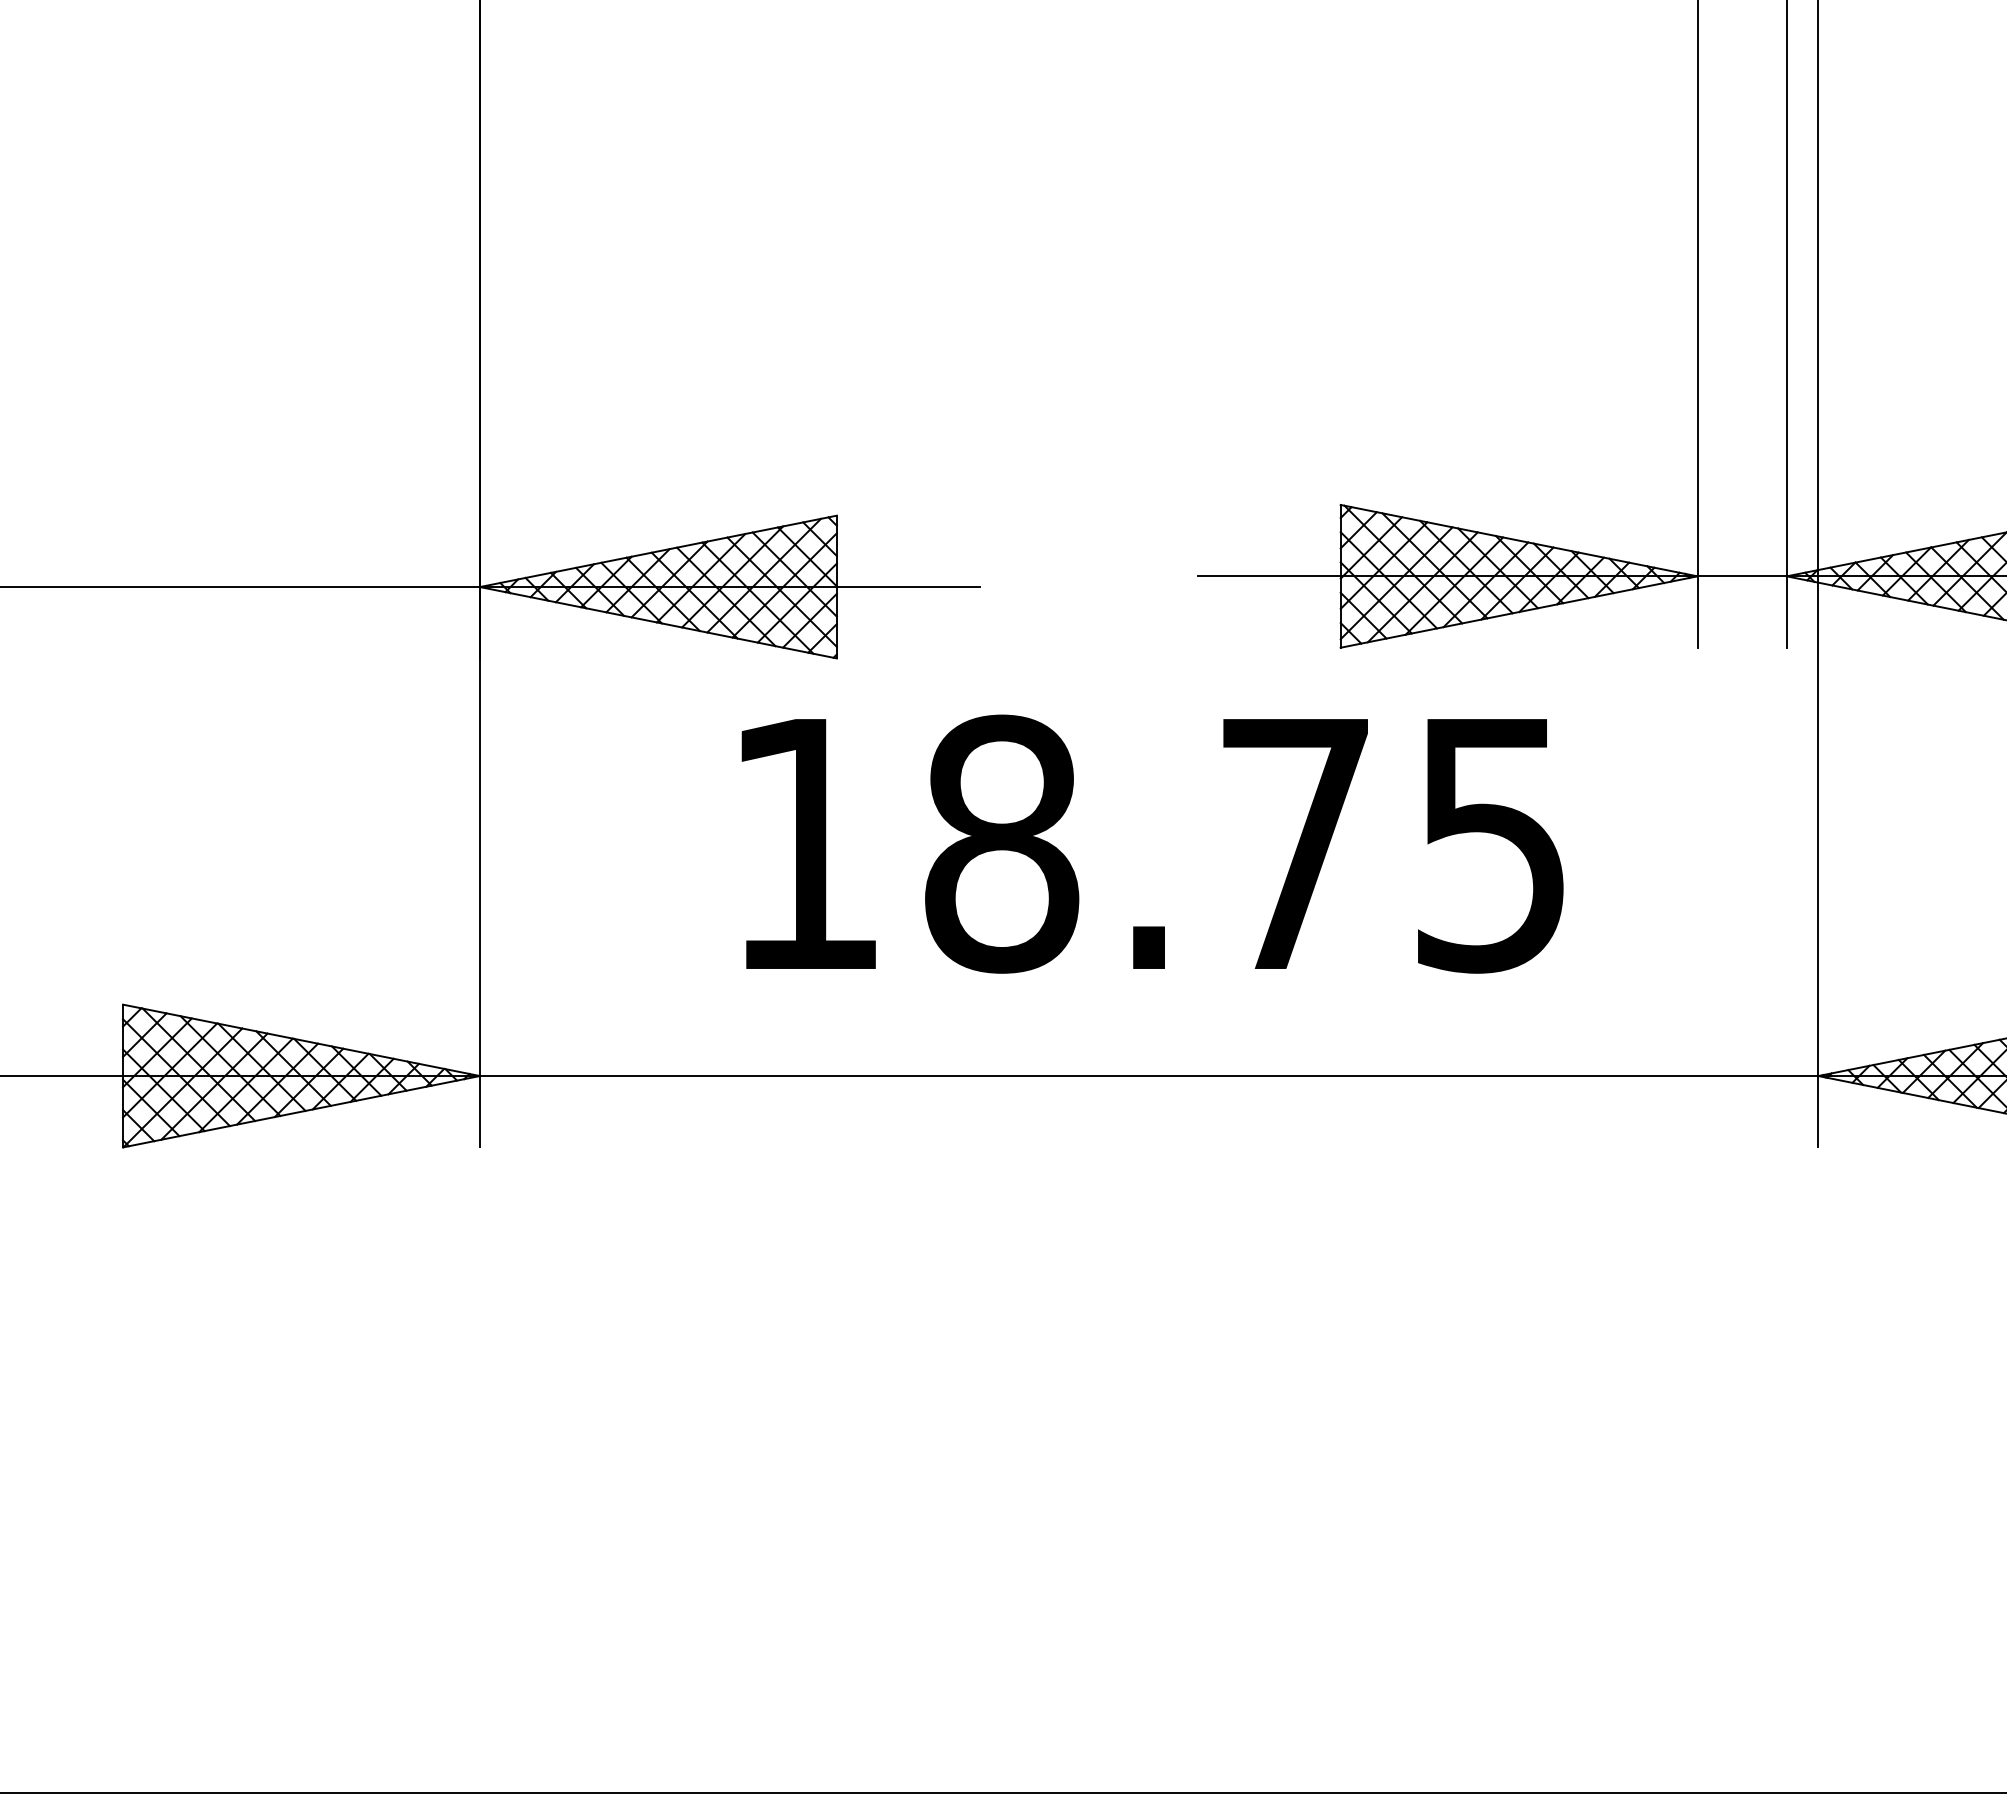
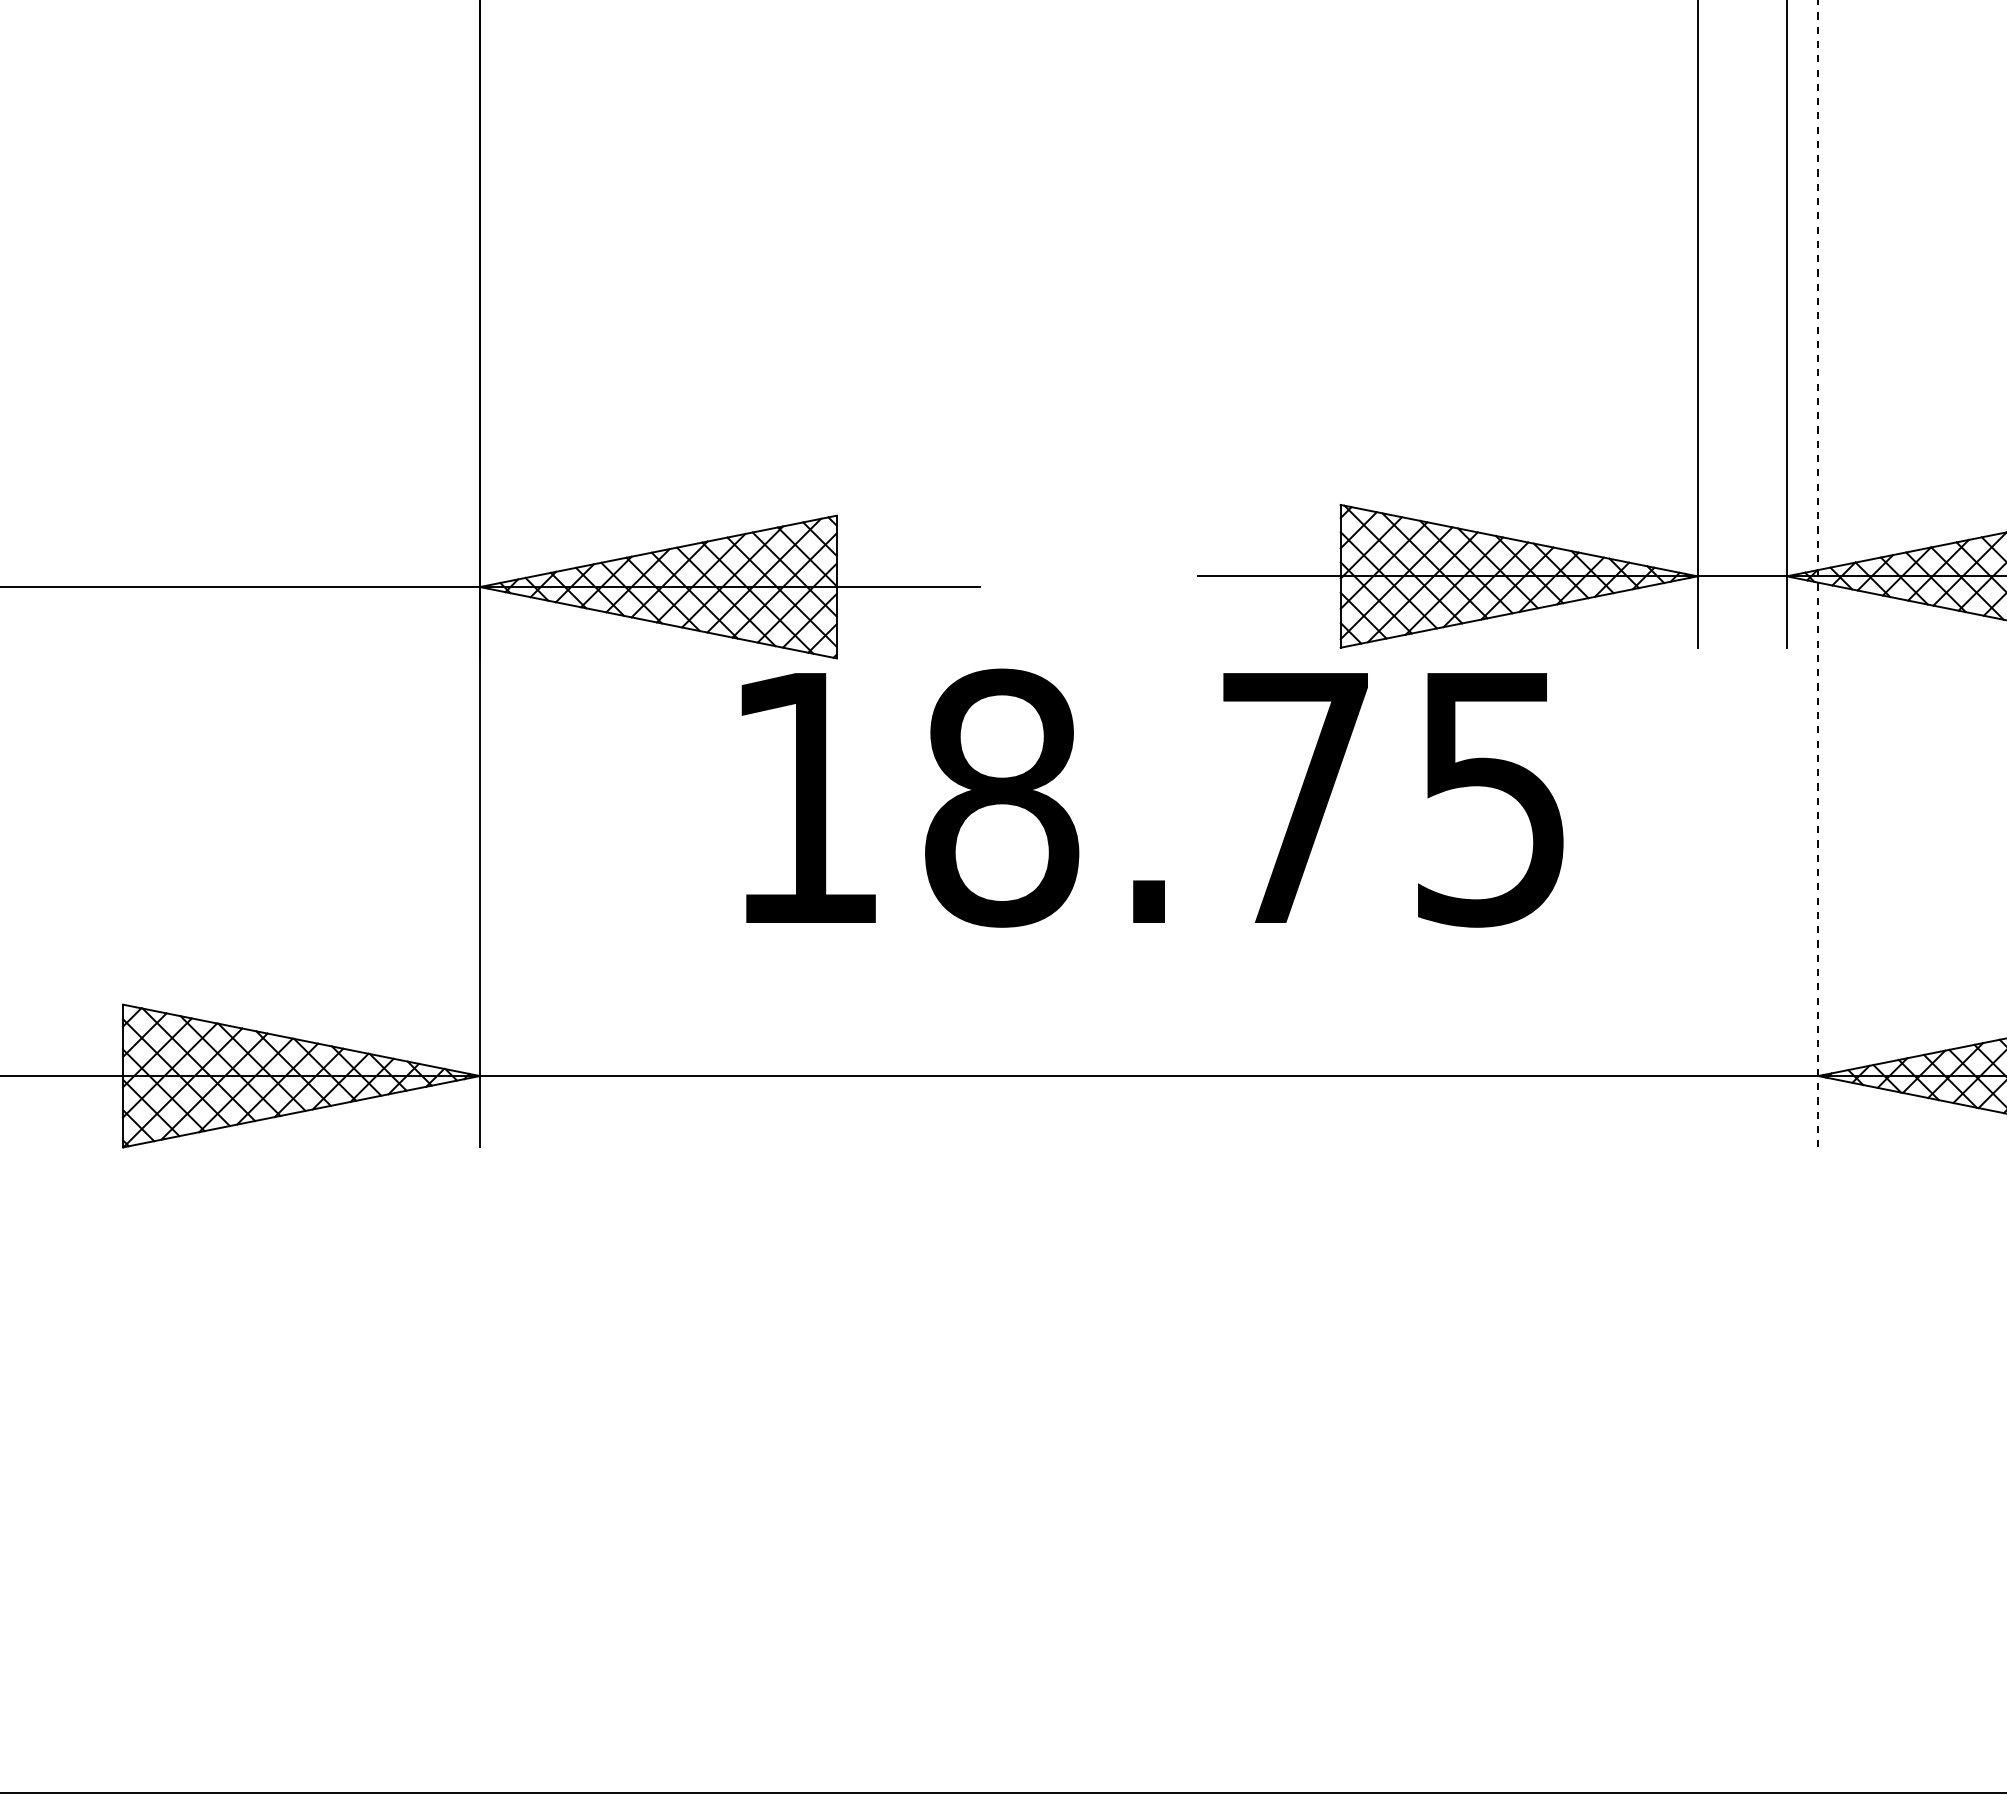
line at (1818, 573): solid -> dashed
text at (1152, 843) position: (1152, 843) -> (1152, 797)
